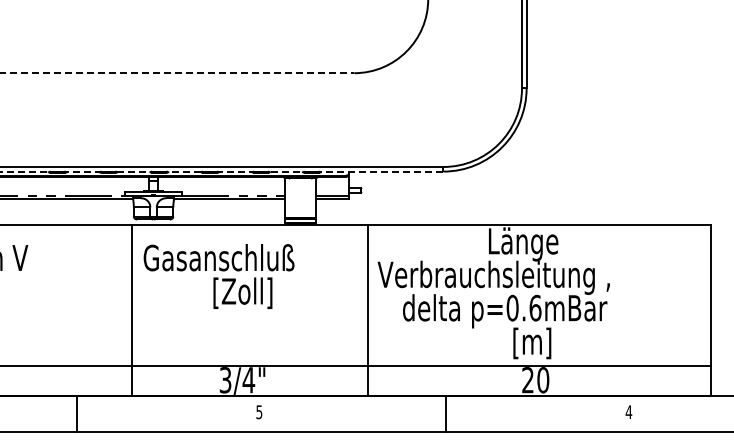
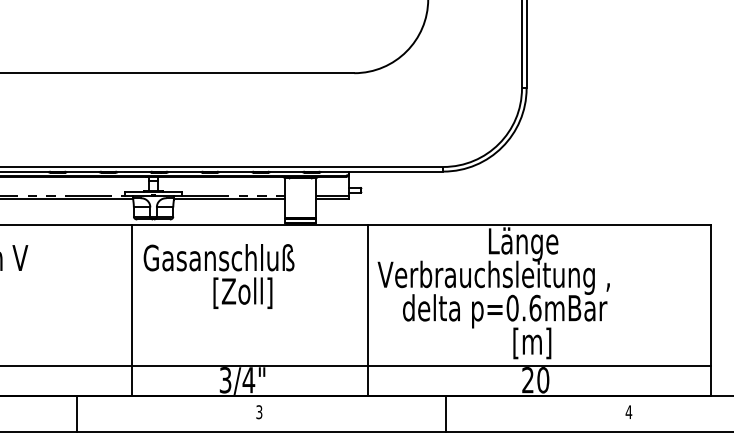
line at (177, 73): dashed -> solid
line at (221, 171): dashed -> solid
text at (259, 411): 5 -> 3
